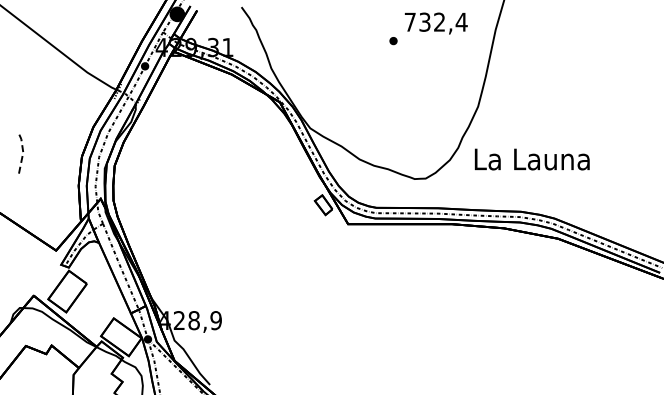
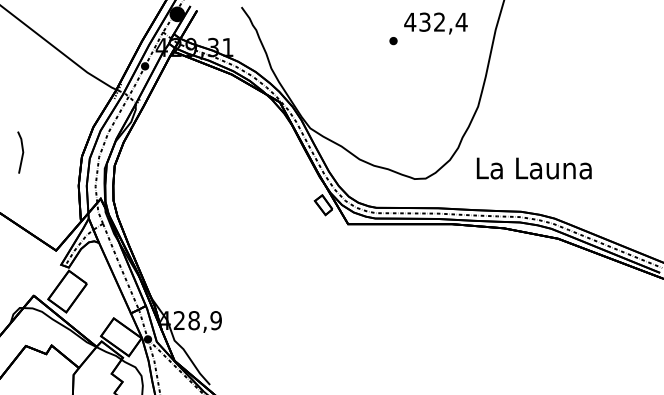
text at (410, 21): 732,4 -> 432,4
line at (23, 151): dashed -> solid
text at (531, 159) position: (531, 159) -> (533, 168)
